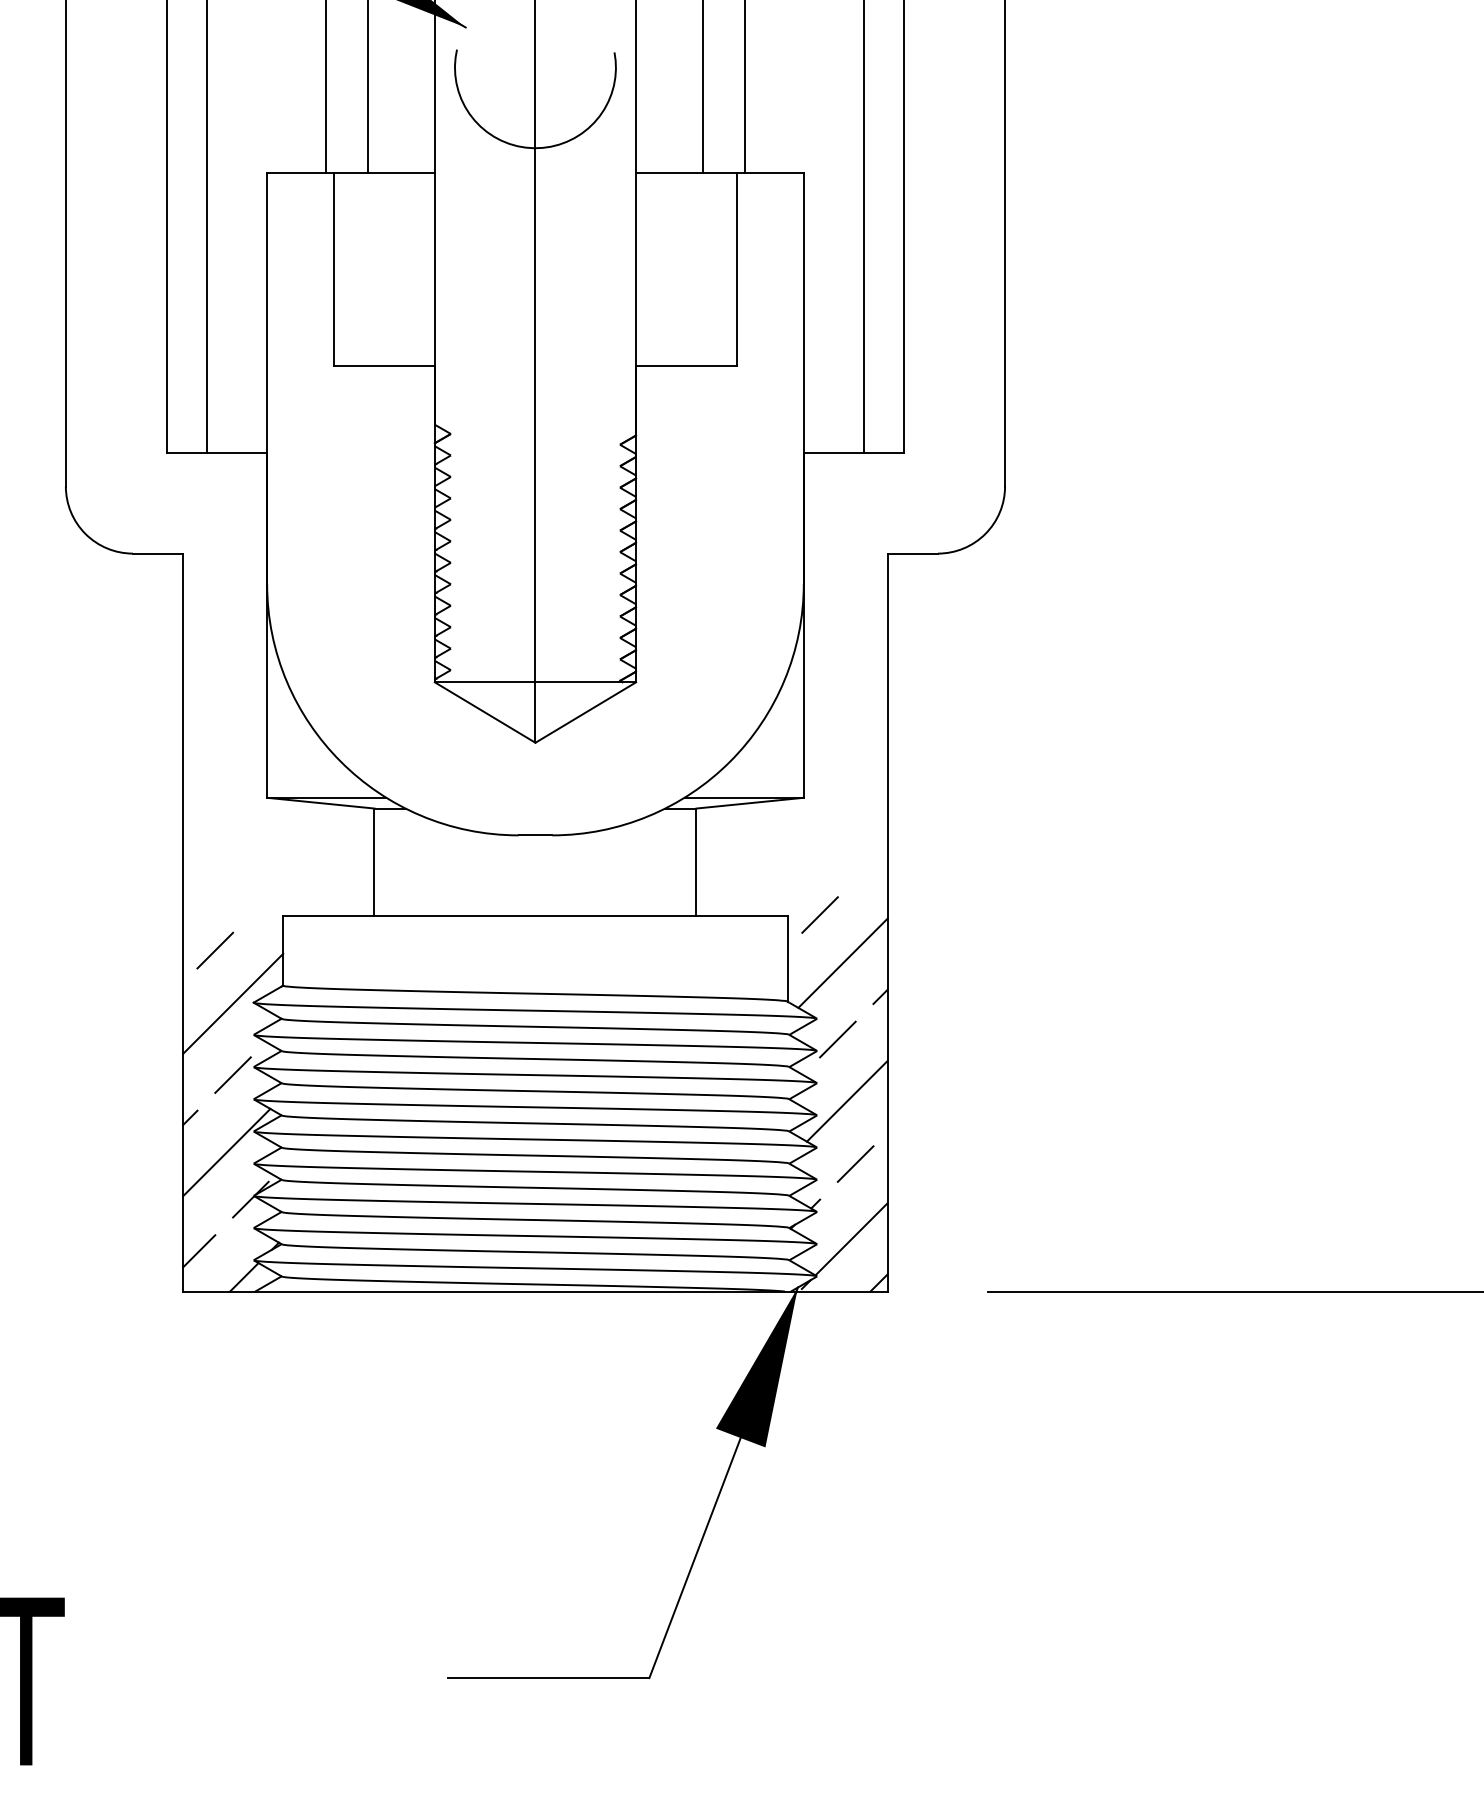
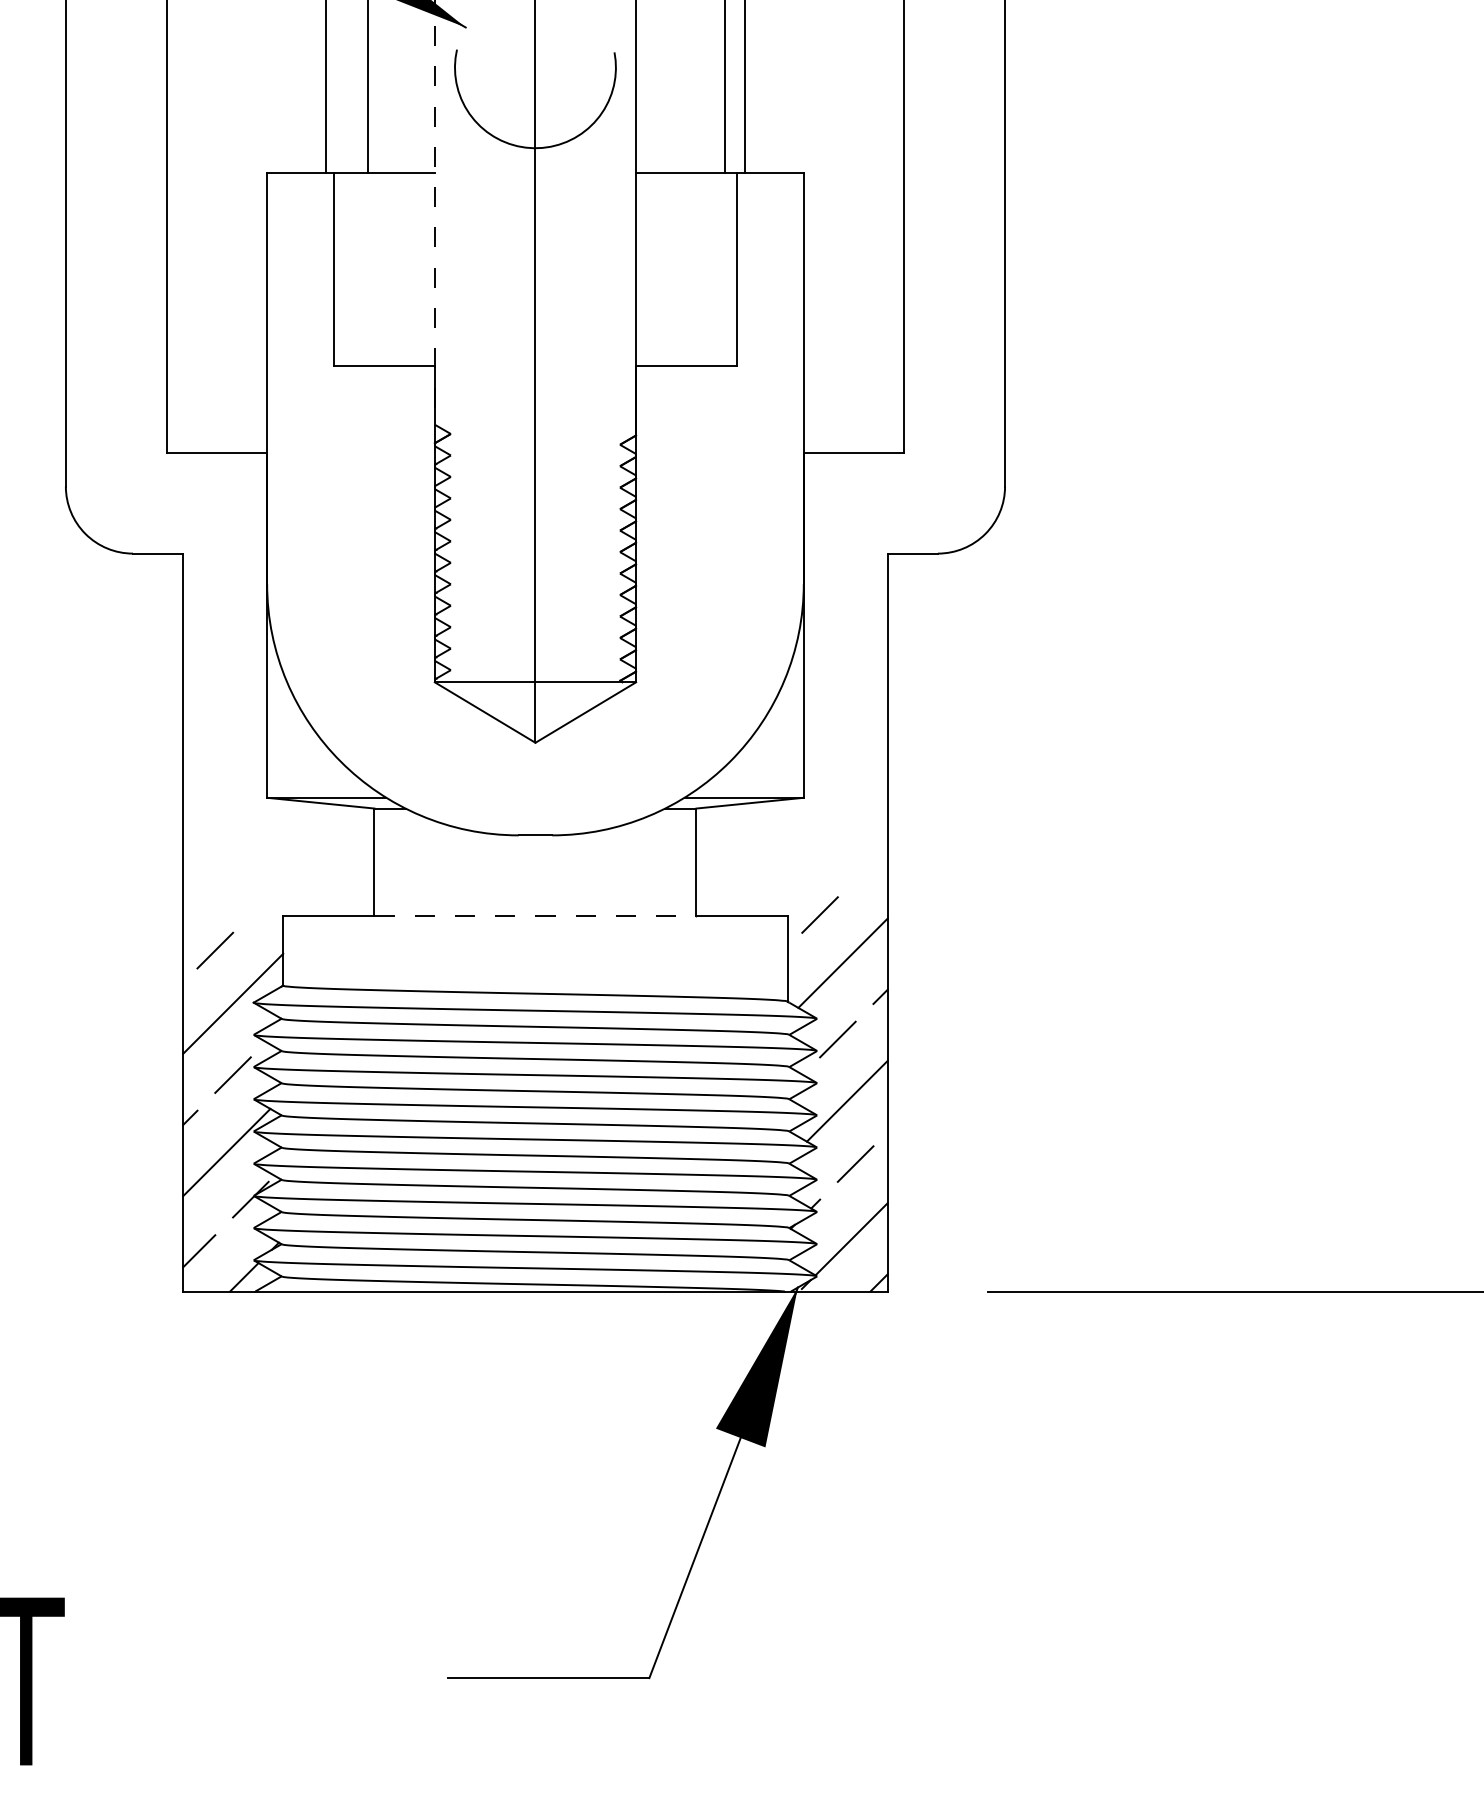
line at (703, 87) position: (703, 87) -> (725, 87)
line at (434, 212): solid -> dashed
line at (206, 227): present -> none
line at (864, 227): present -> none
line at (535, 915): solid -> dashed
